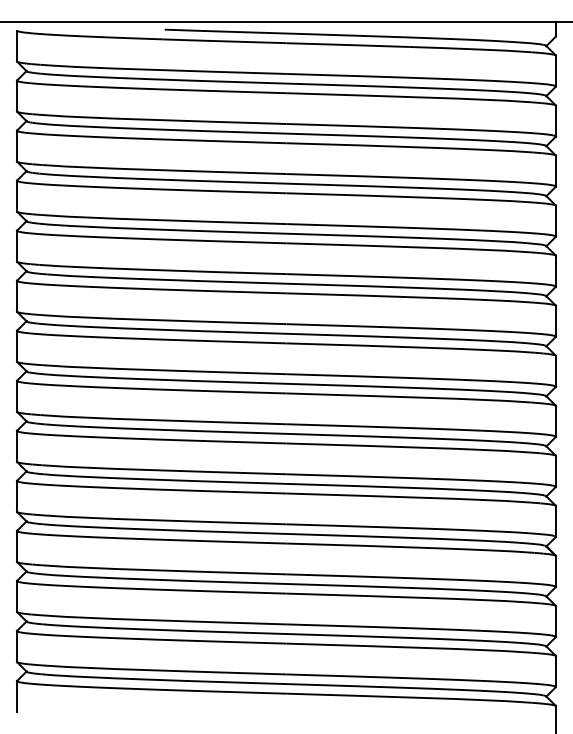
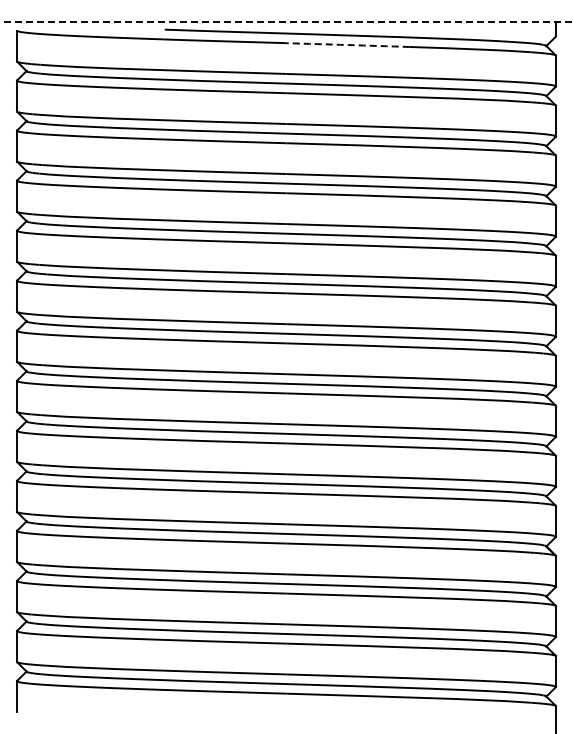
line at (286, 22): solid -> dashed
arc at (348, 45): solid -> dashed
